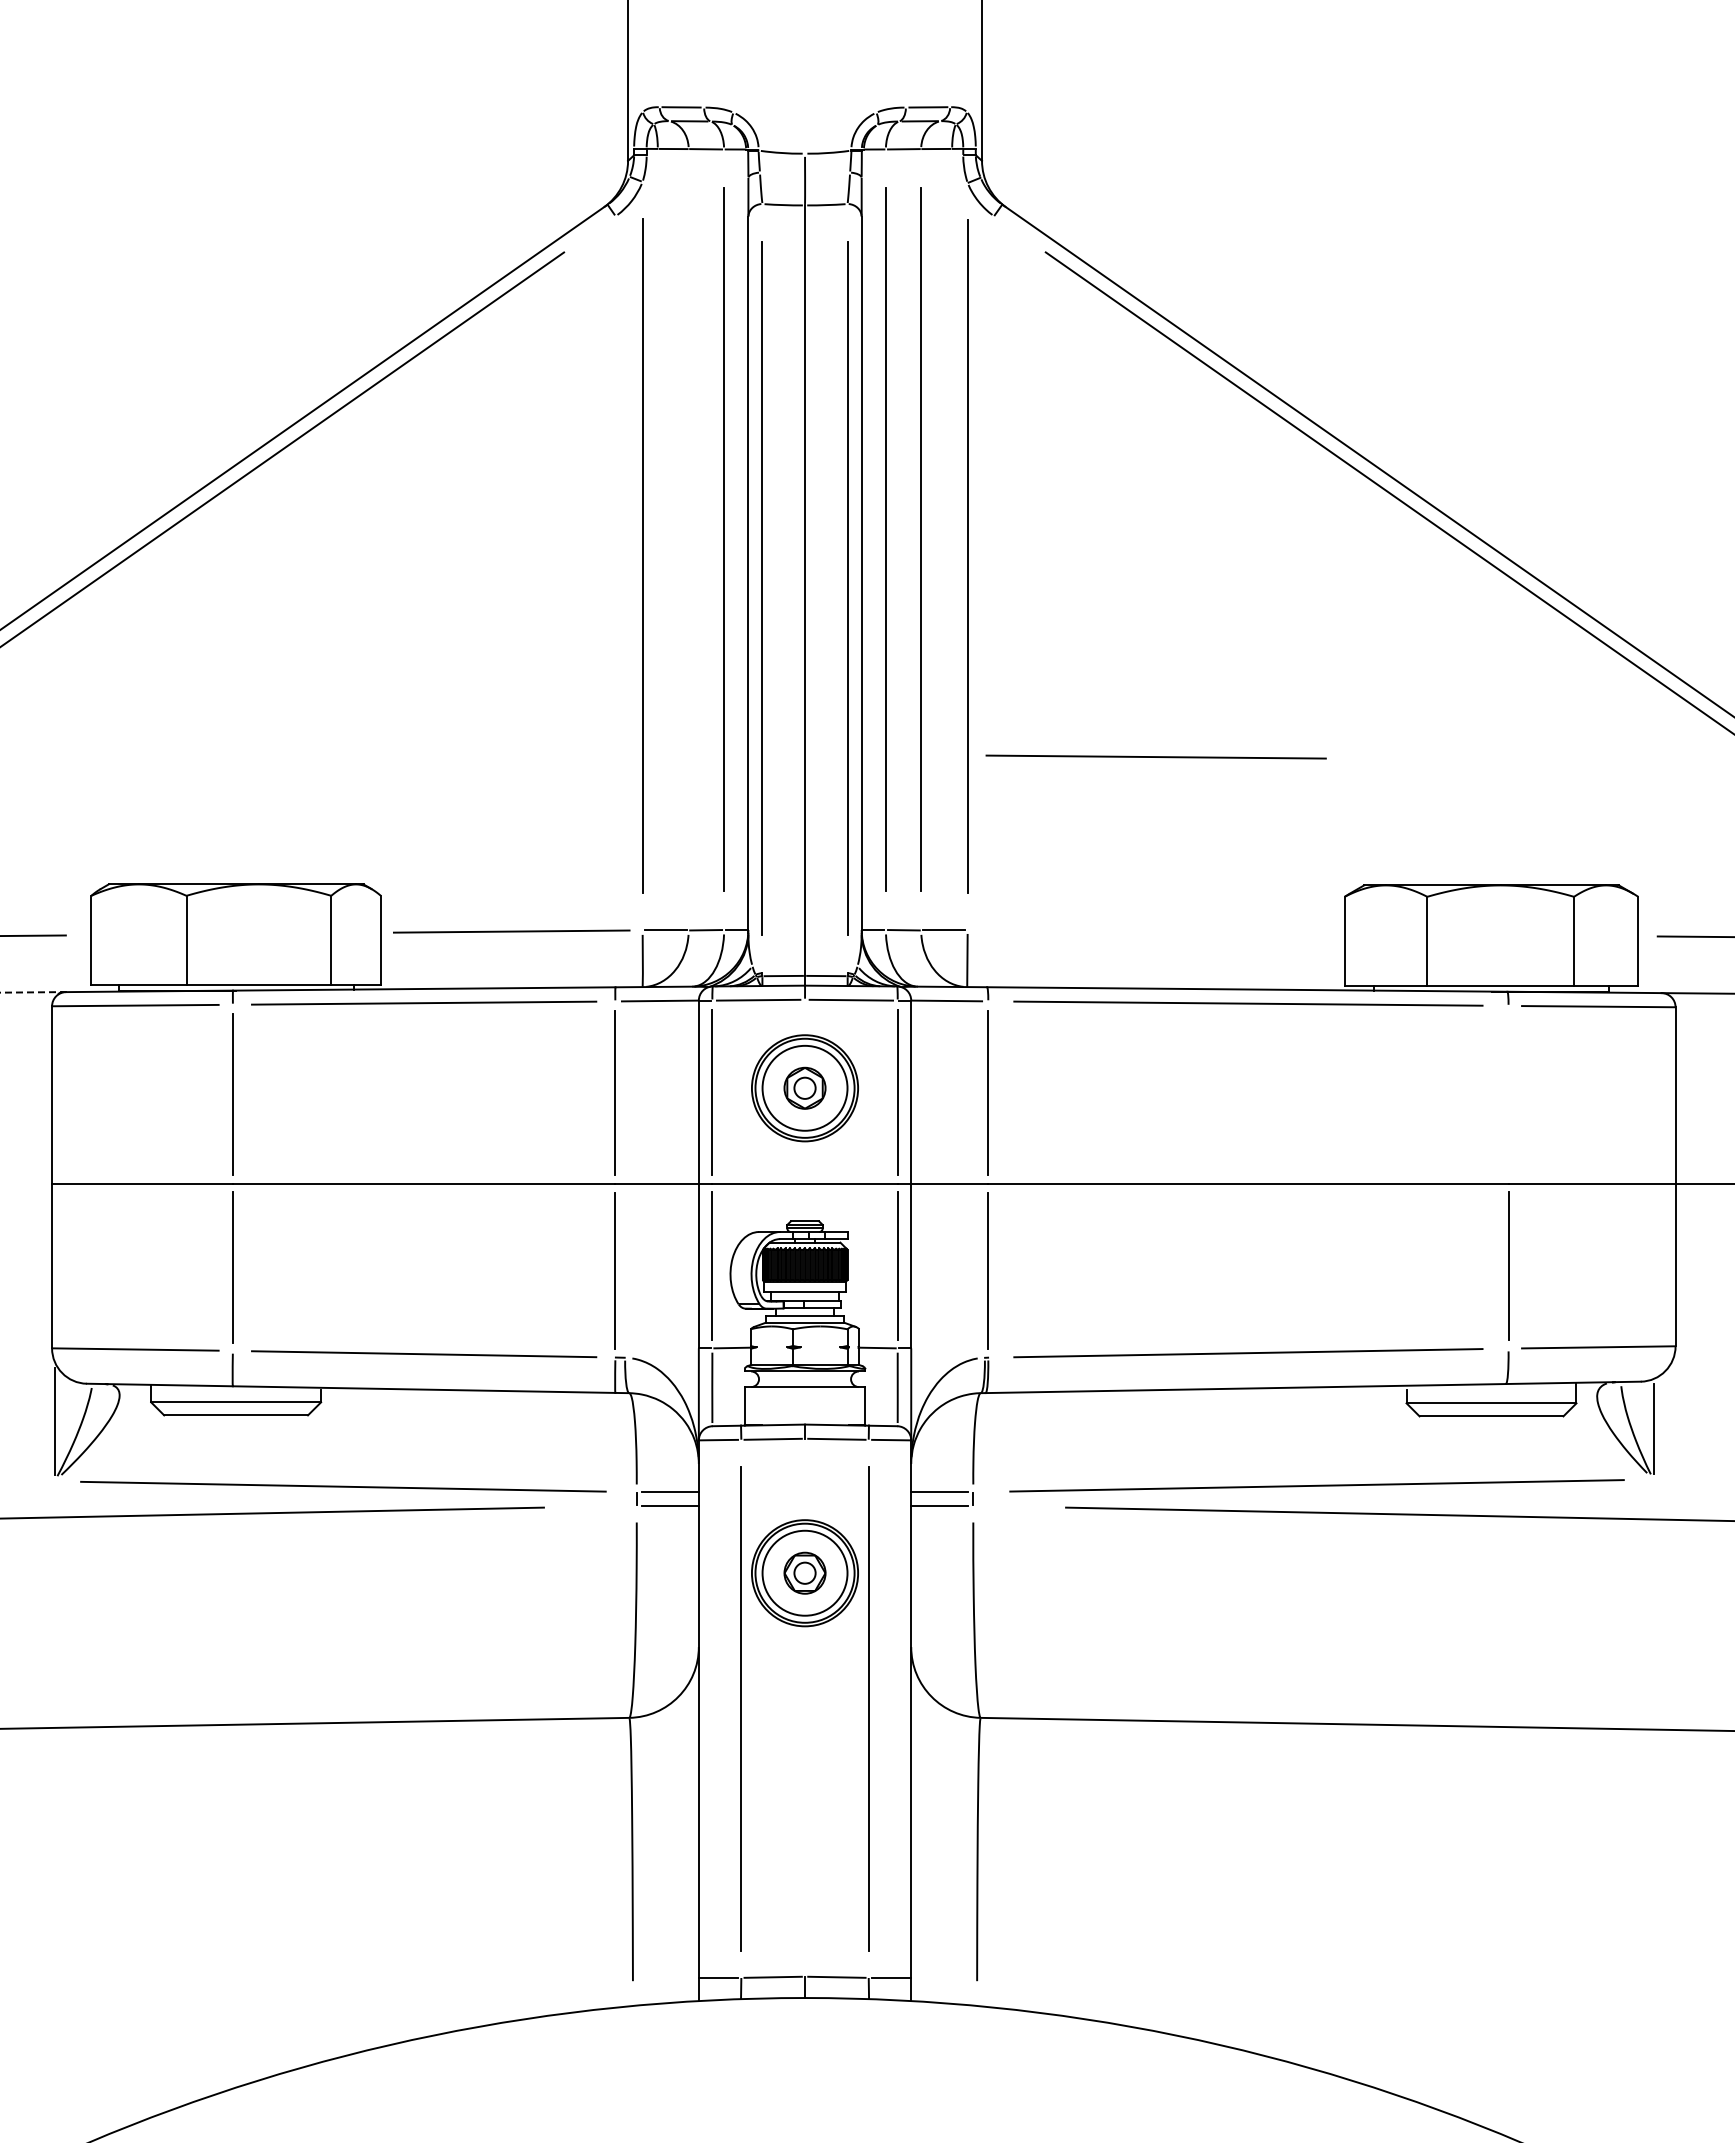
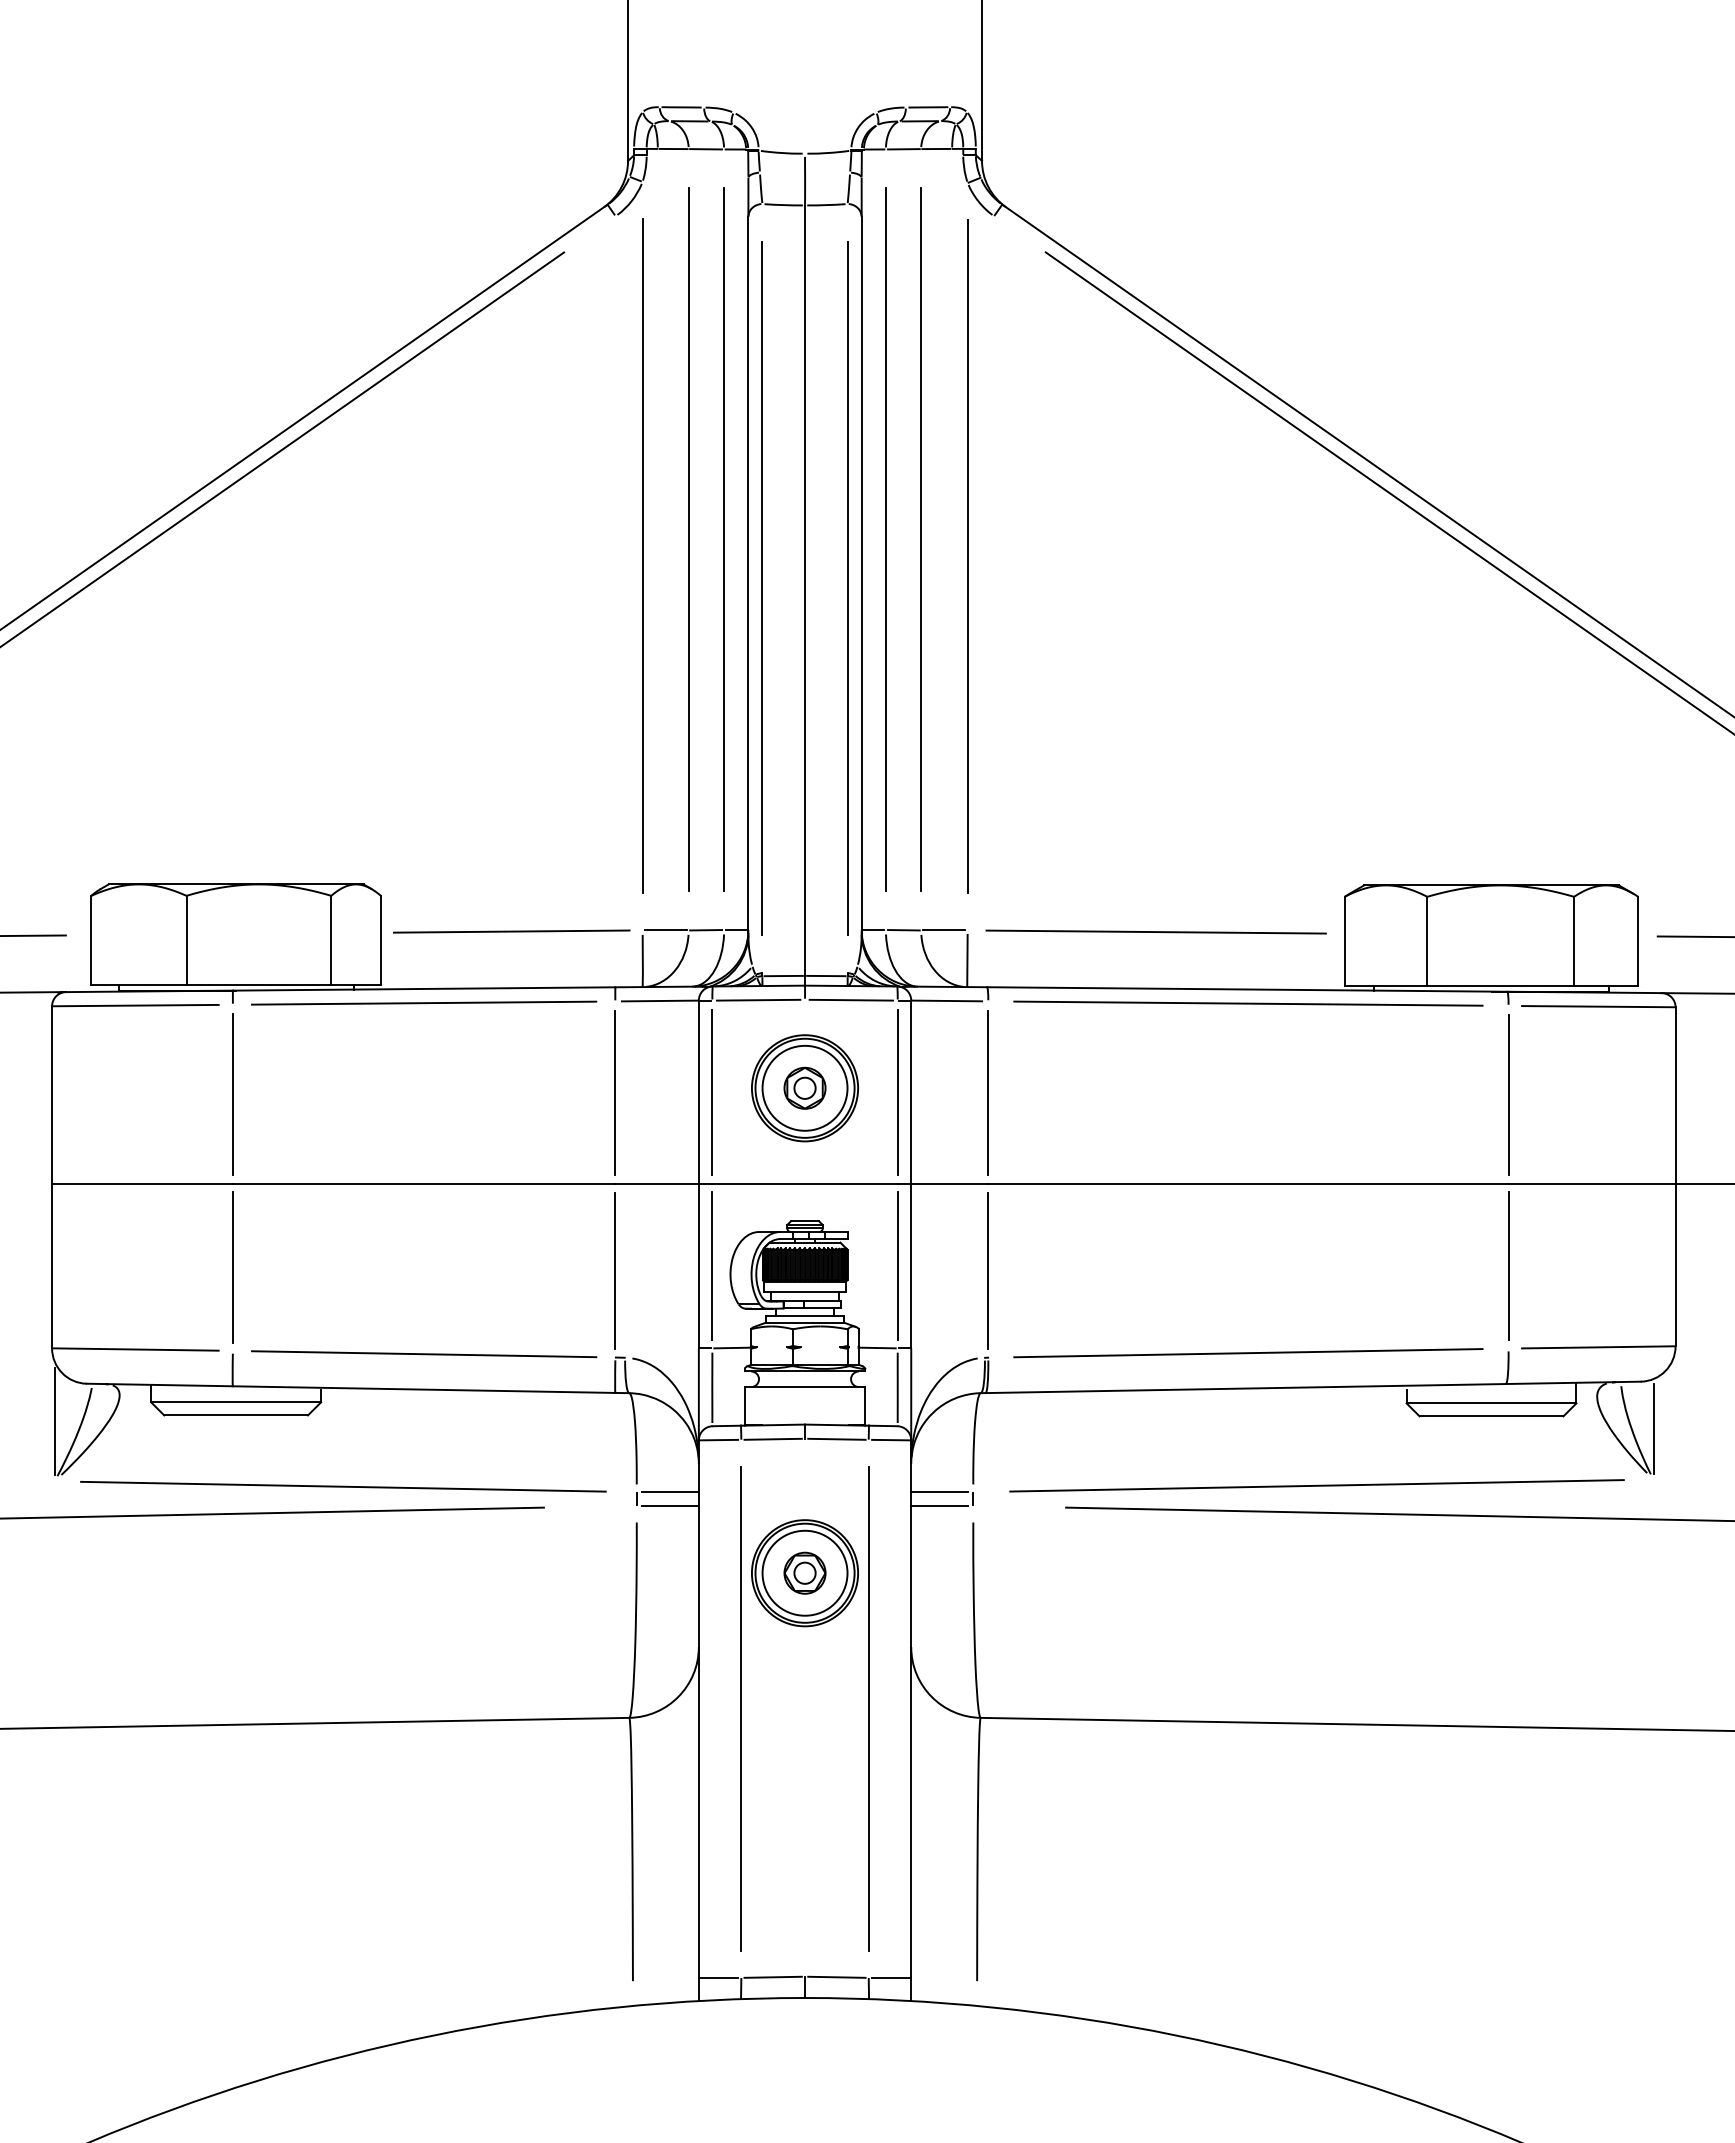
line at (688, 539): none -> present
line at (1155, 756) position: (1155, 756) -> (1155, 931)
line at (31, 992): dashed -> solid
line at (1508, 1094): none -> present
